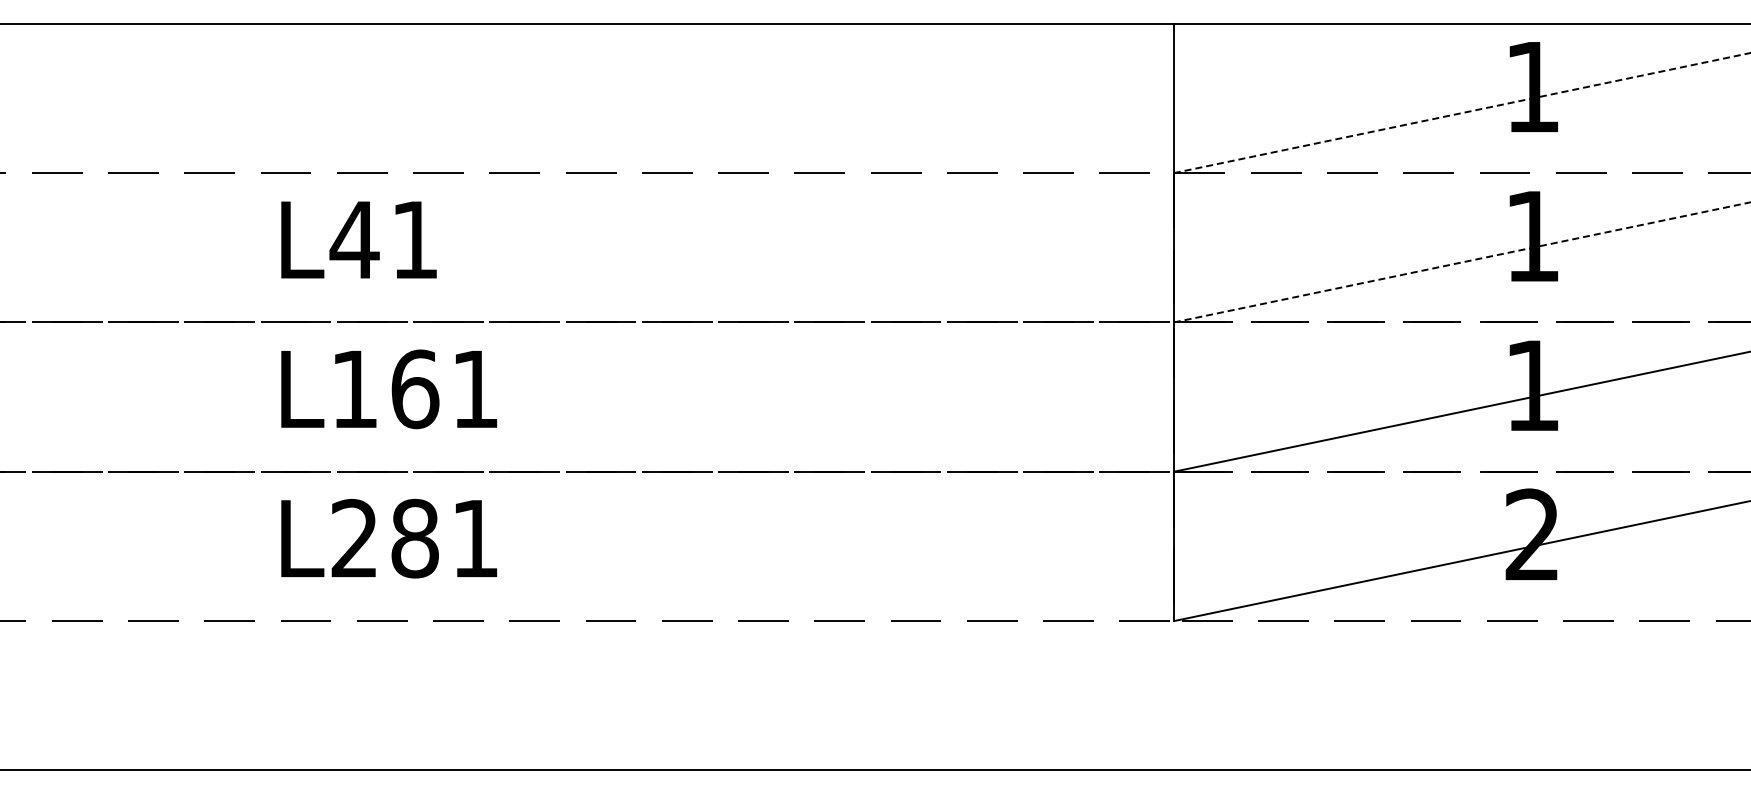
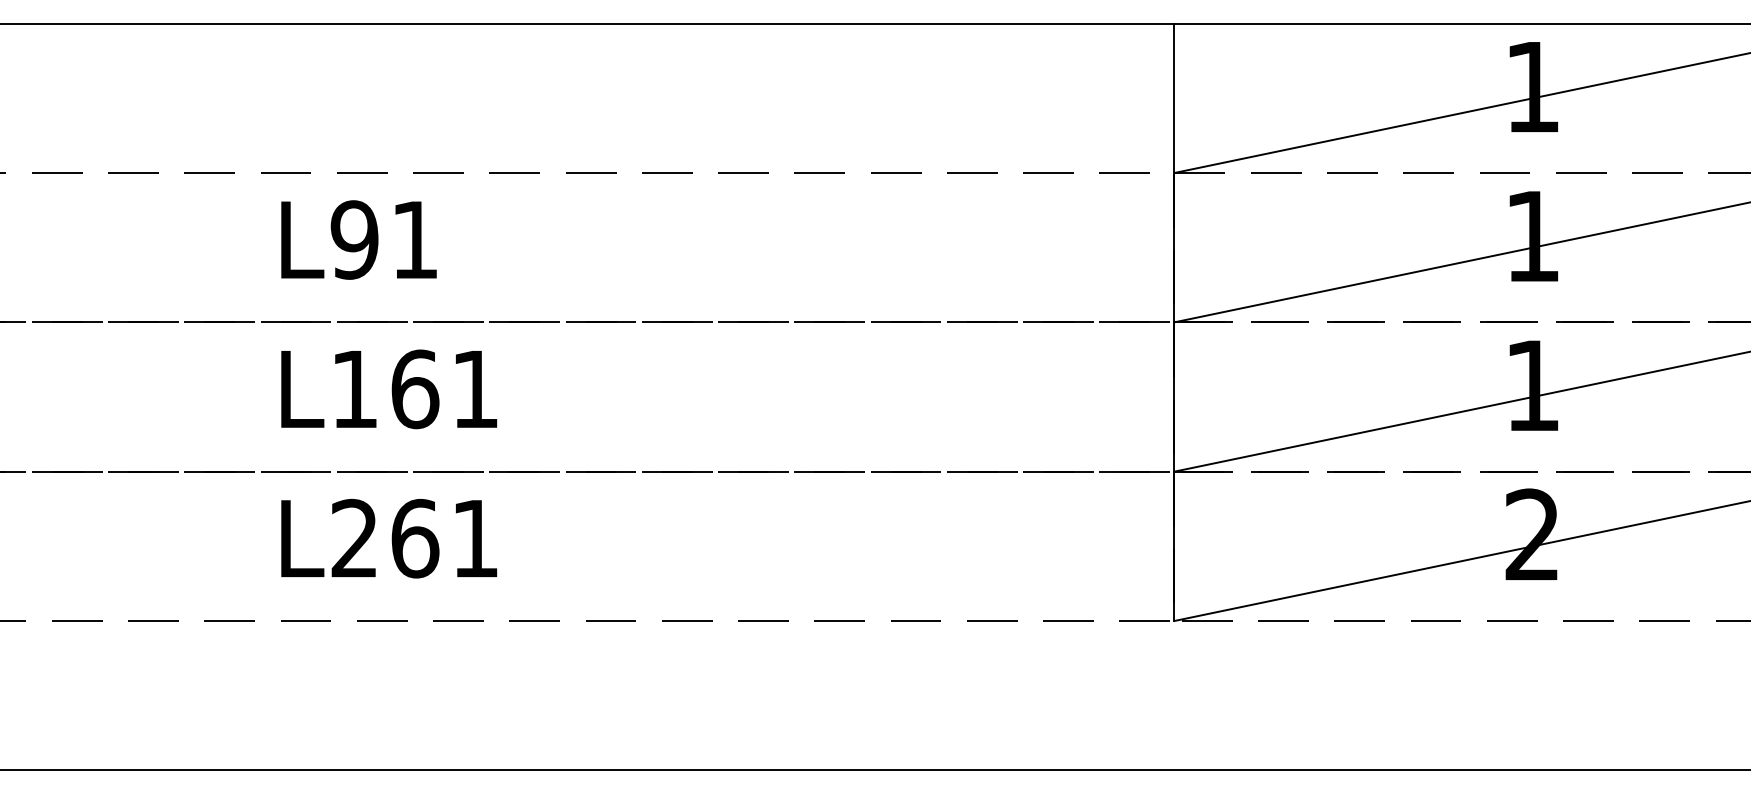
line at (1462, 113): dashed -> solid
text at (354, 239): L41 -> L91
line at (1462, 262): dashed -> solid
text at (415, 538): L281 -> L261
